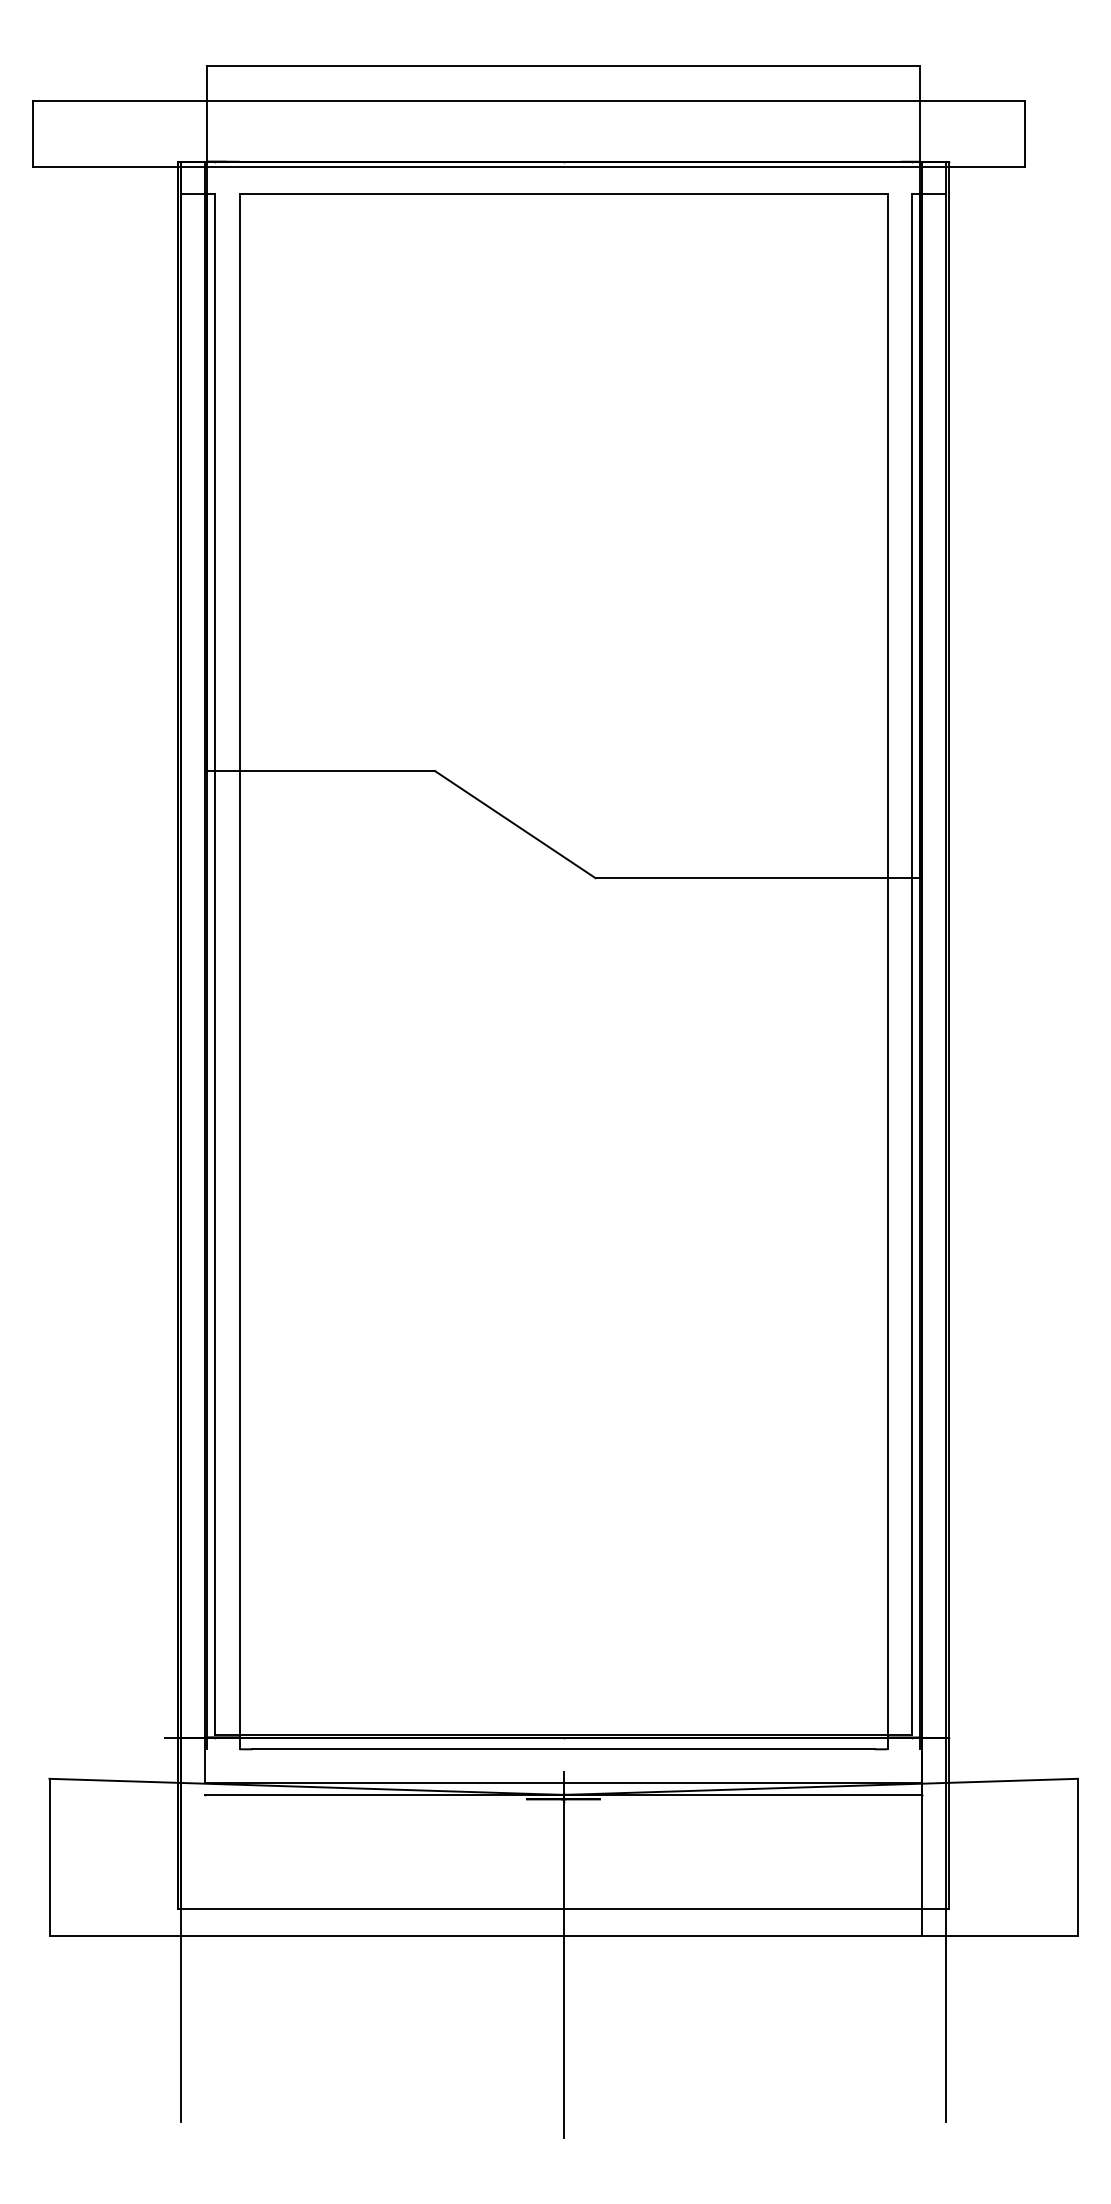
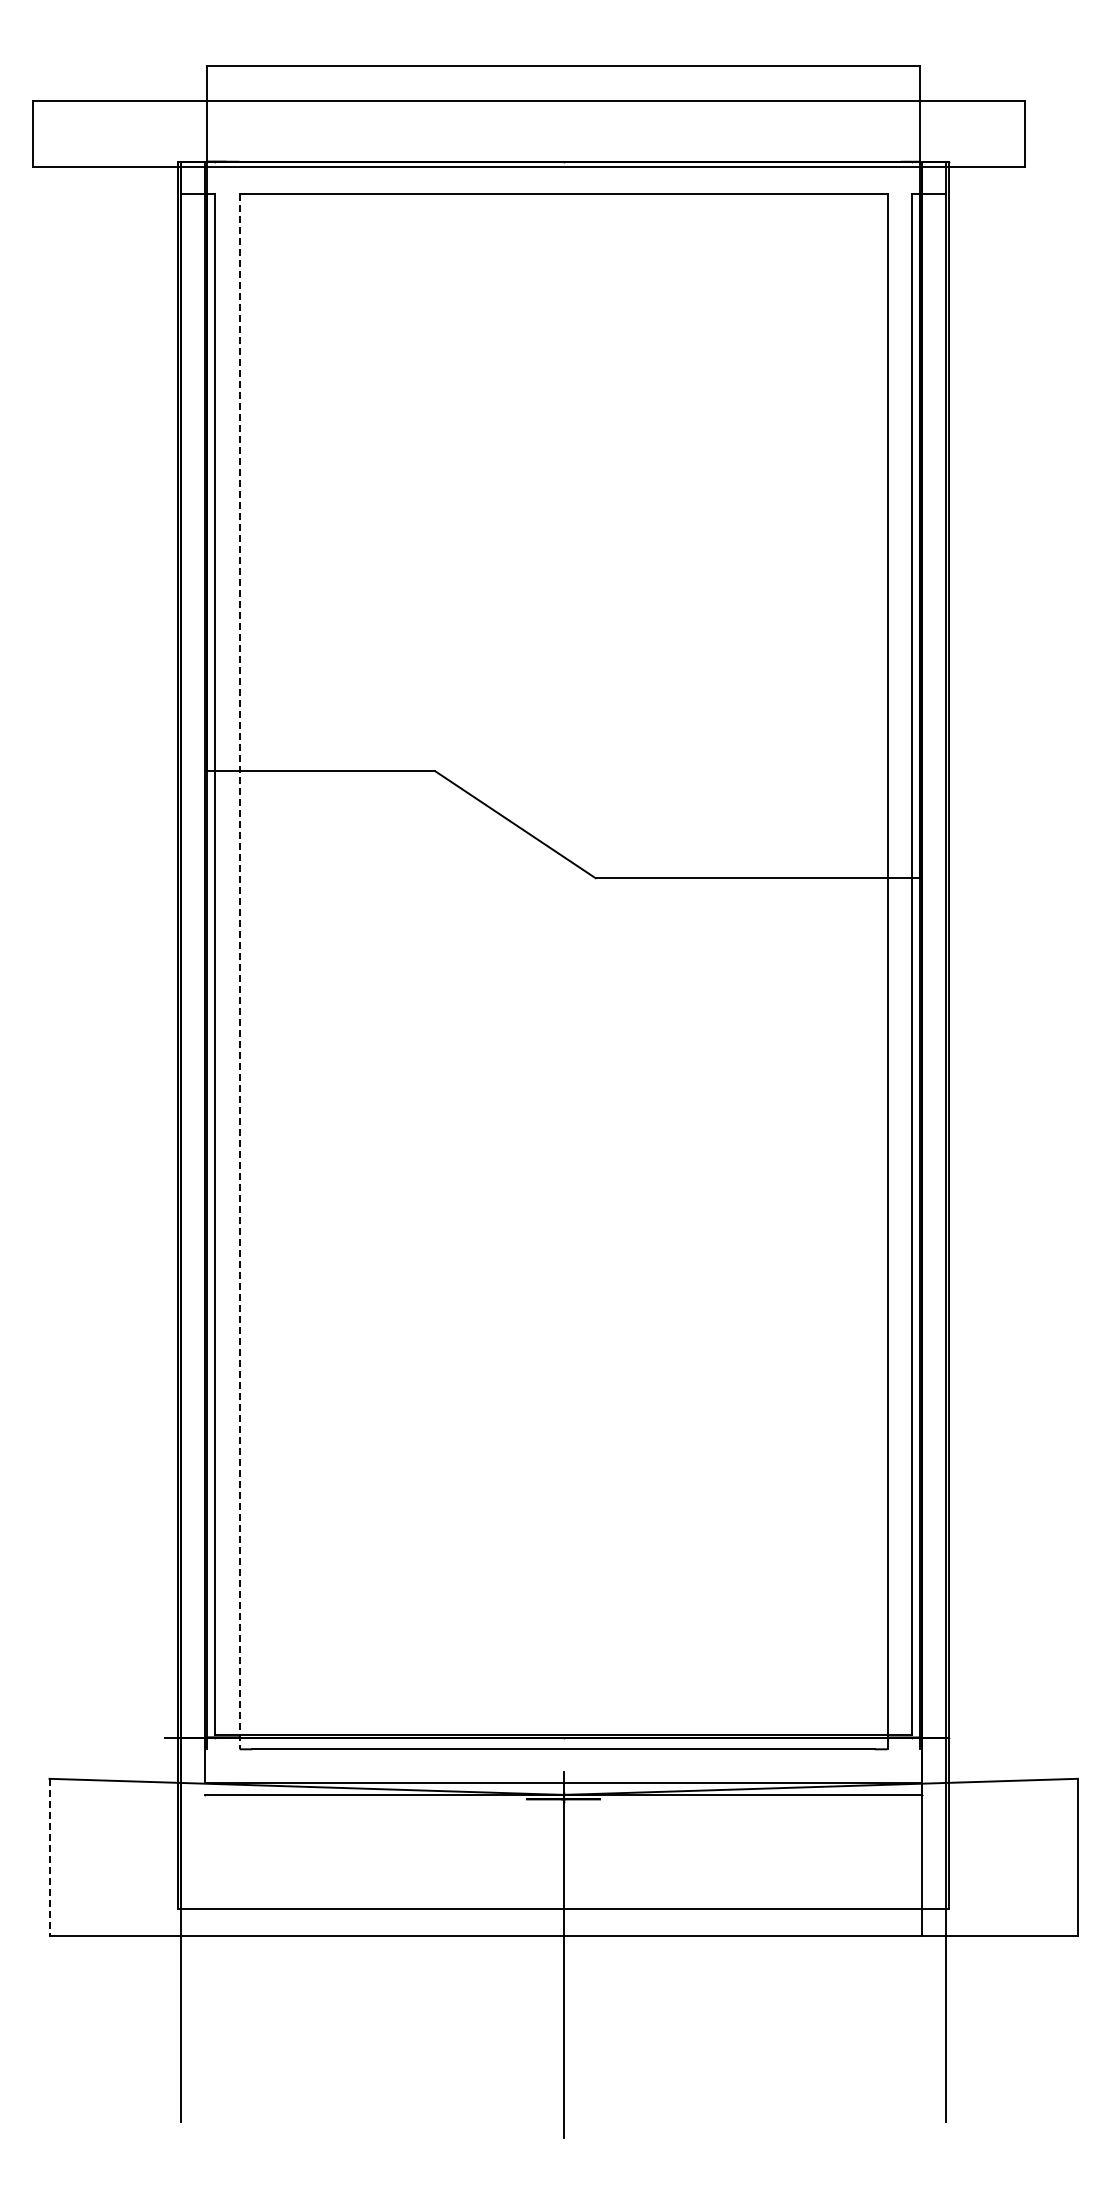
line at (239, 971): solid -> dashed
line at (49, 1857): solid -> dashed
